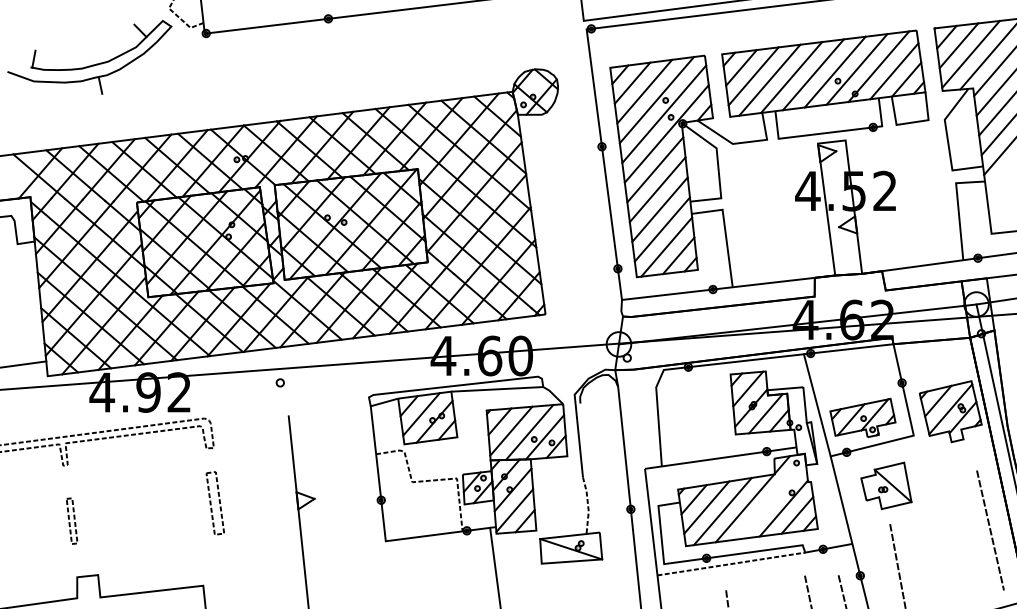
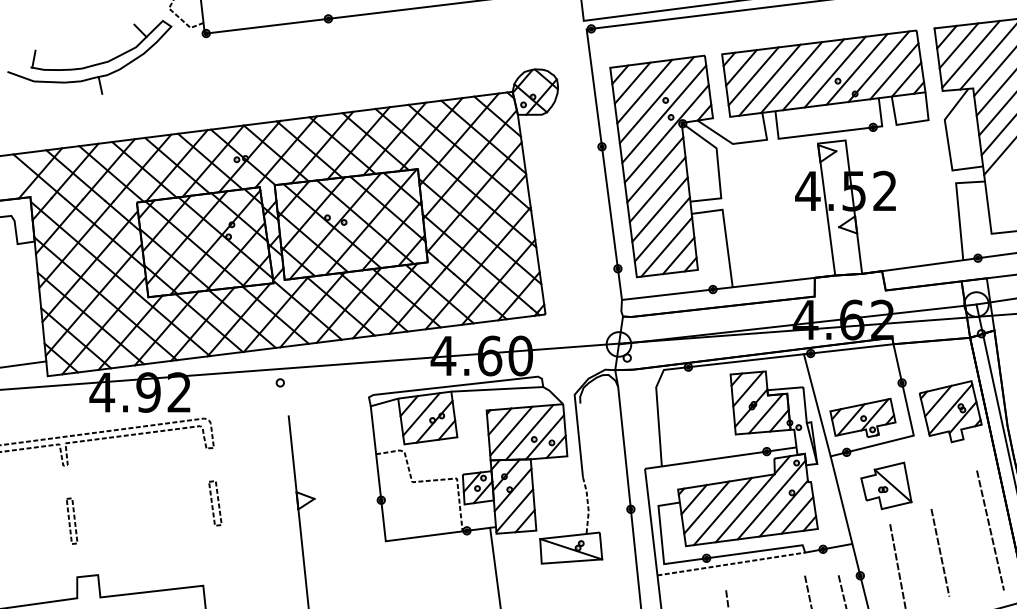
line at (771, 499): none -> present
part at (214, 503) size: 20x65 px -> 15x47 px
line at (940, 552): none -> present
